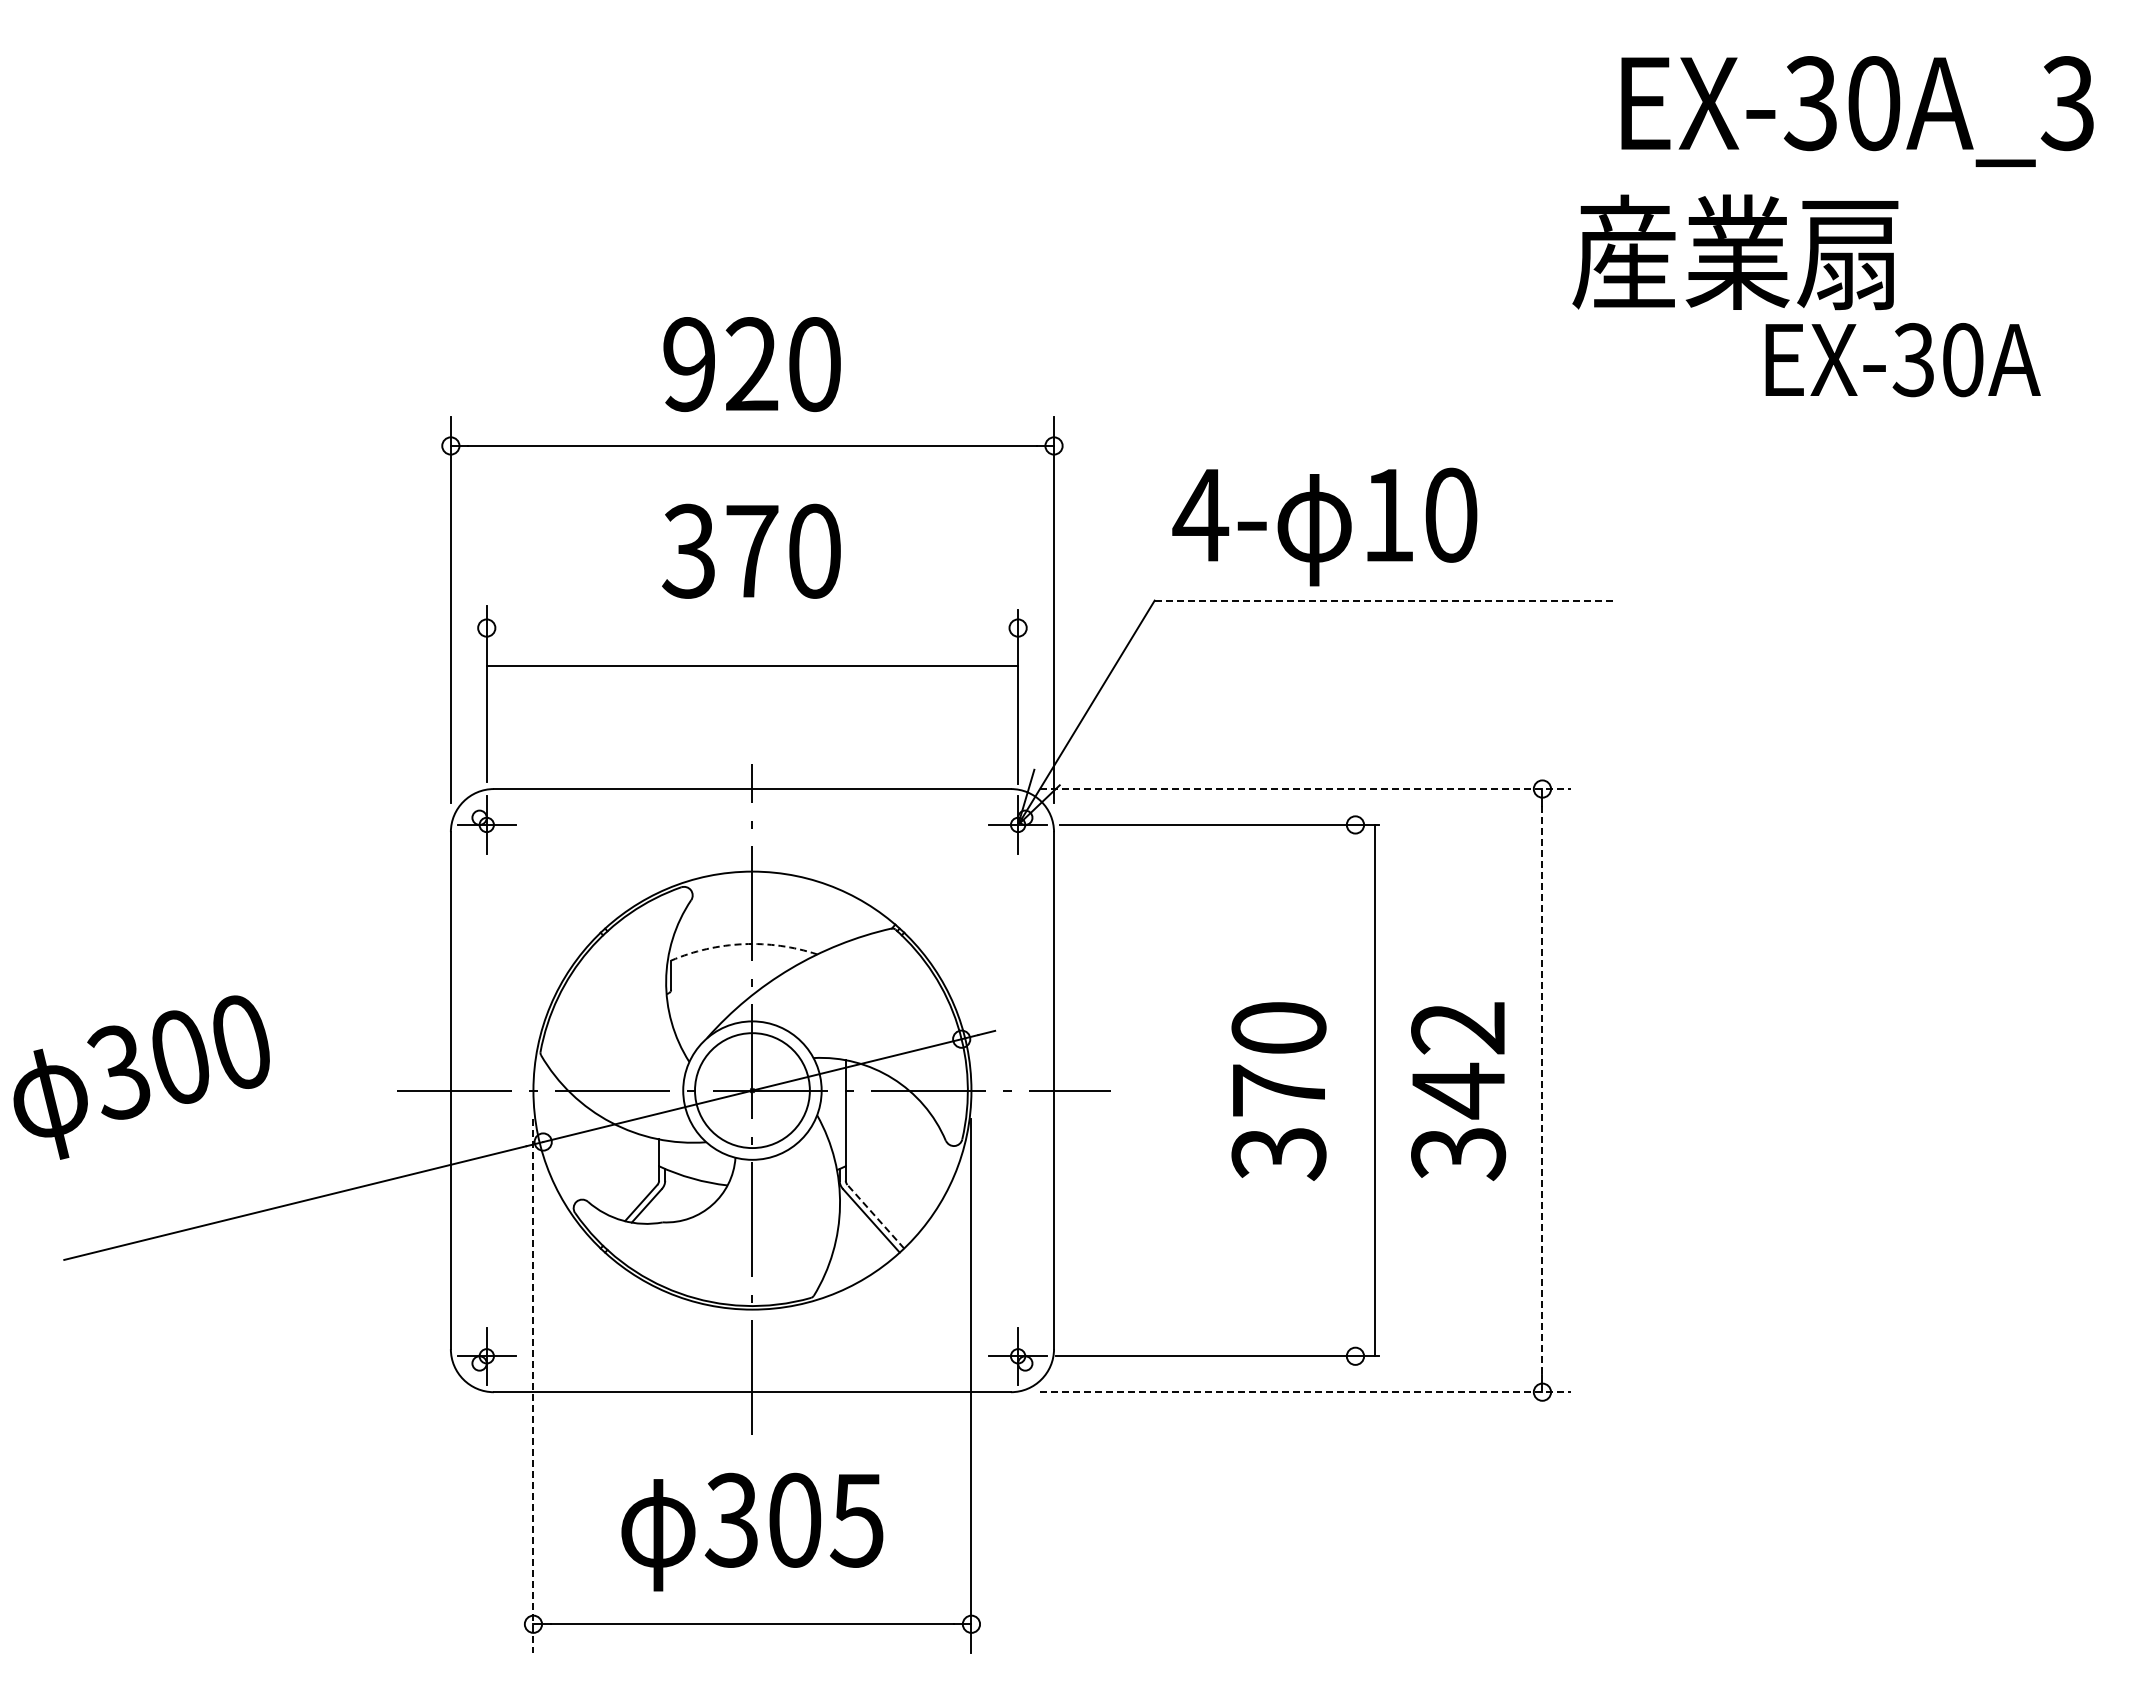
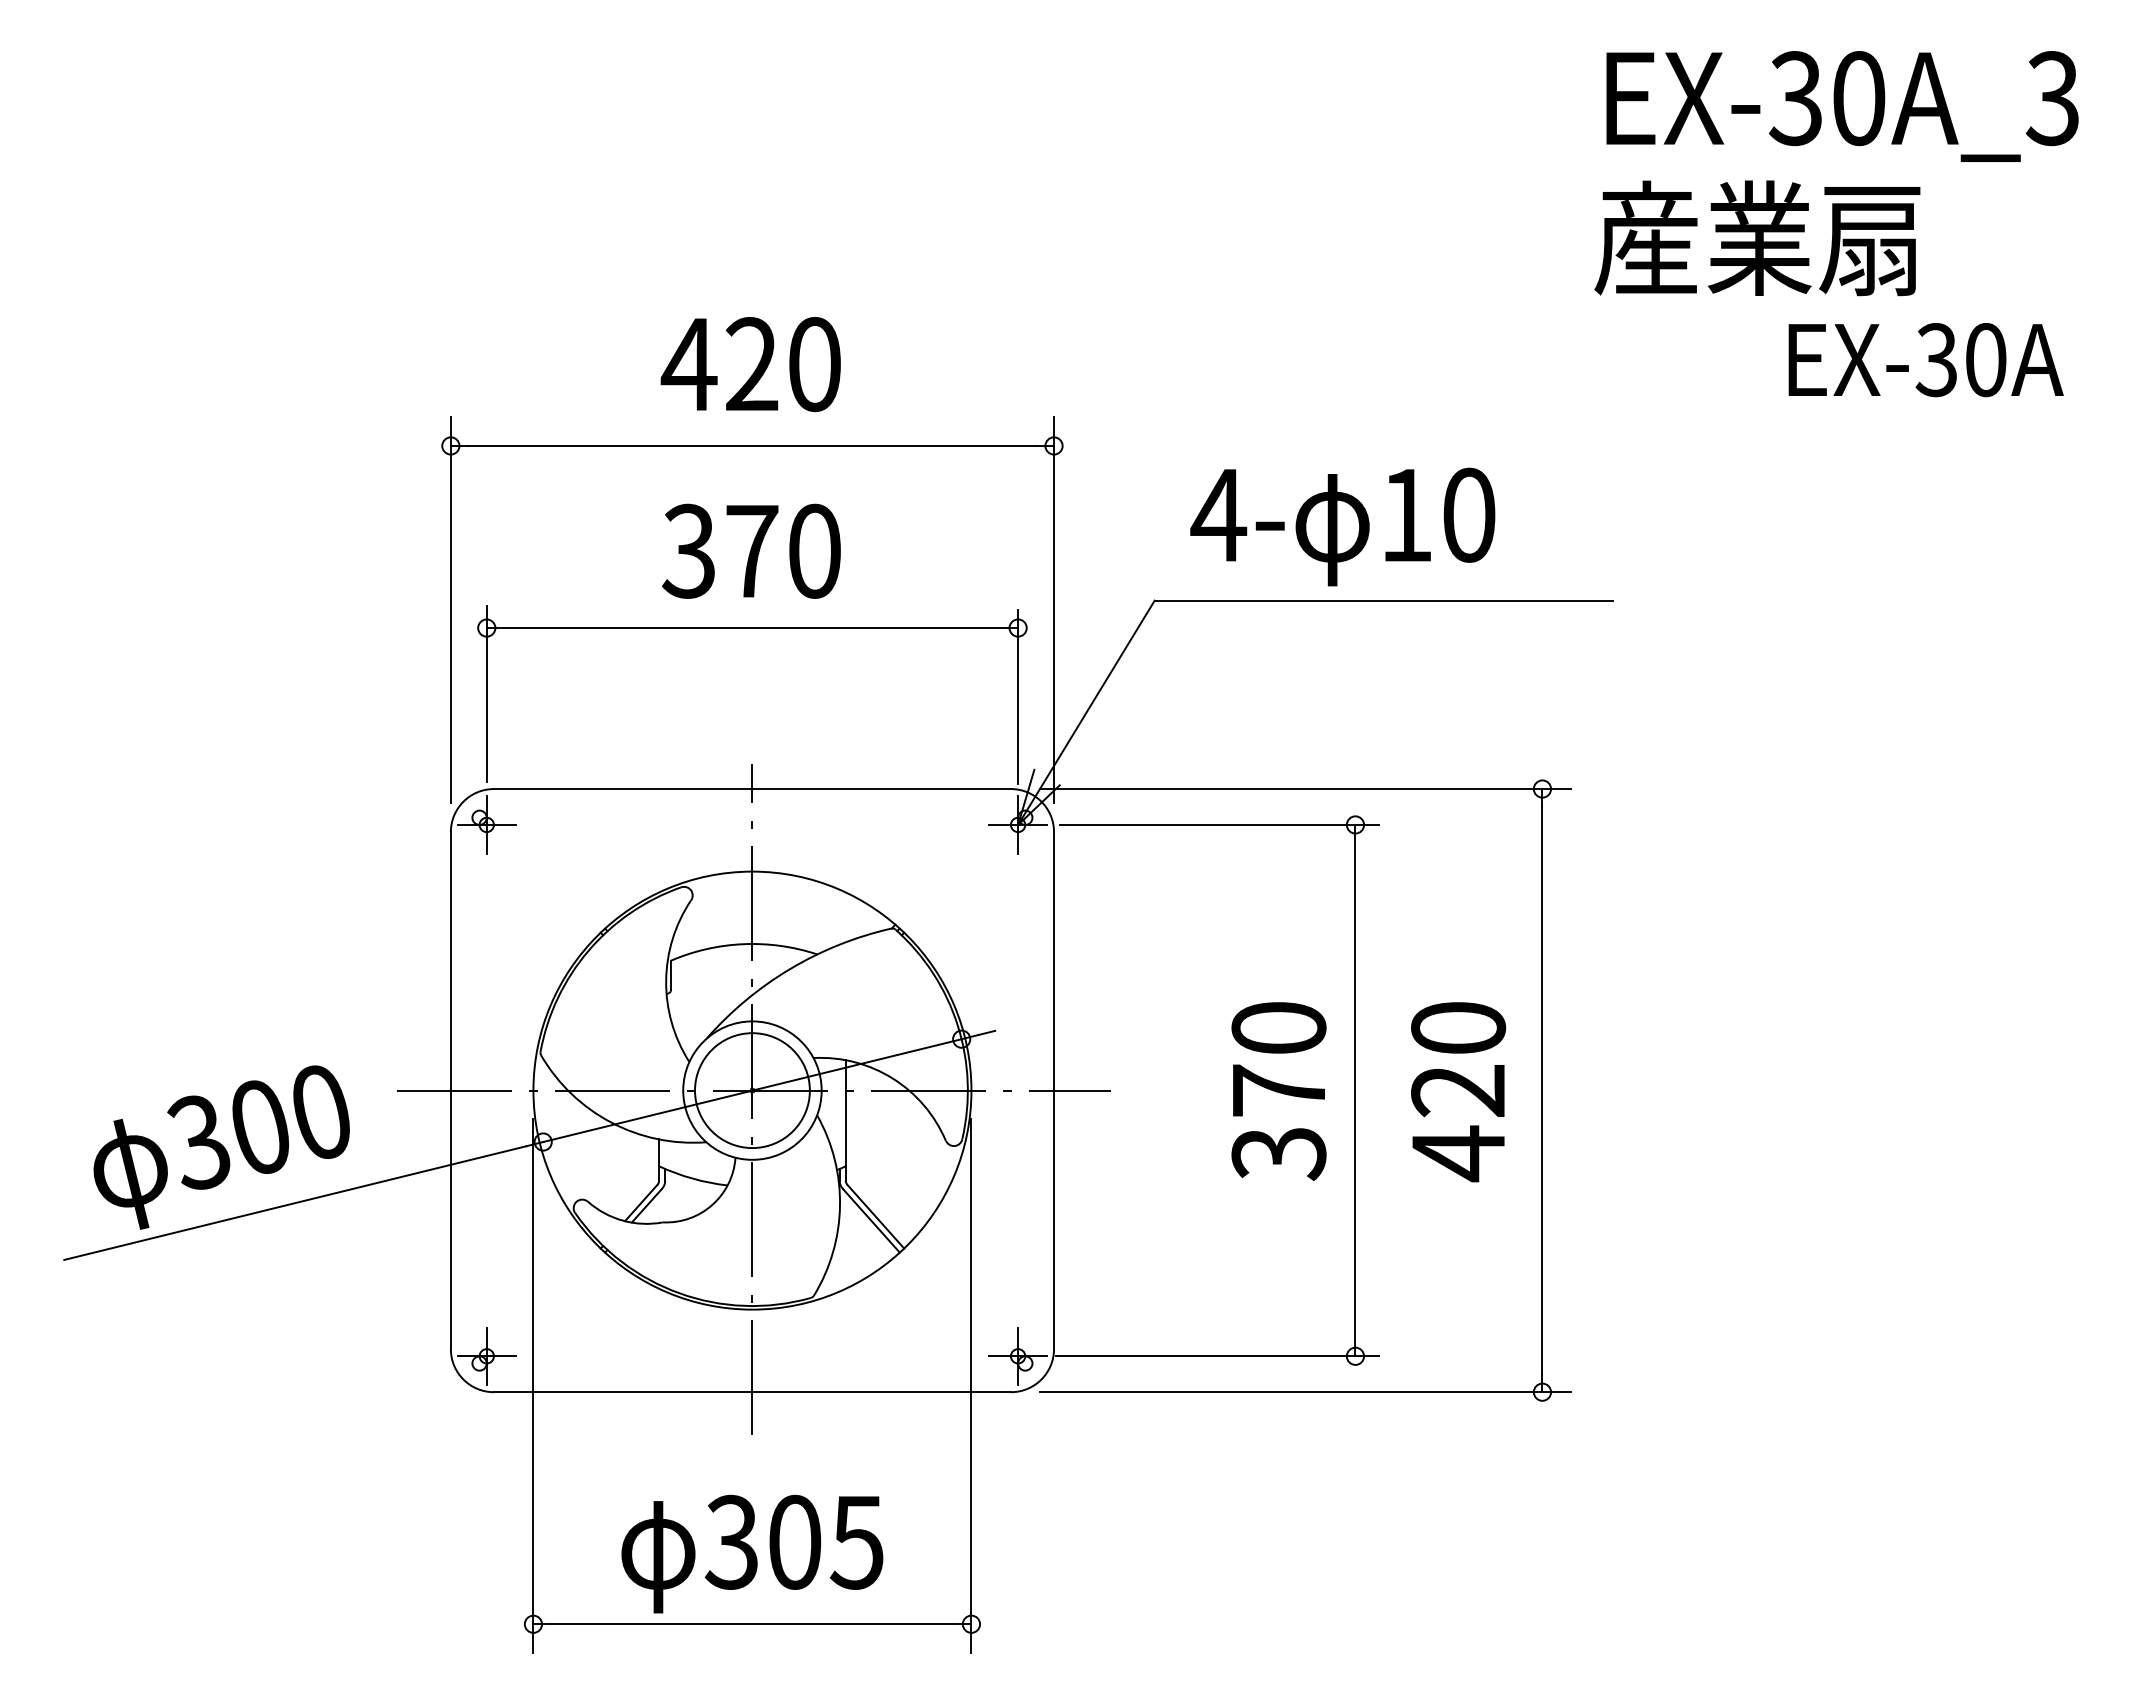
text at (1857, 111) position: (1857, 111) -> (1842, 106)
text at (1735, 252) position: (1735, 252) -> (1757, 238)
text at (1902, 360) position: (1902, 360) -> (1925, 360)
text at (688, 364): 920 -> 420
text at (1324, 526) position: (1324, 526) -> (1342, 526)
line at (1383, 600): dashed -> solid
line at (752, 666) position: (752, 666) -> (752, 628)
line at (1305, 789): dashed -> solid
arc at (743, 944): dashed -> solid
text at (141, 1077) position: (141, 1077) -> (221, 1147)
line at (1375, 1090) position: (1375, 1090) -> (1355, 1090)
line at (1542, 1091): dashed -> solid
text at (1458, 1092): 342 -> 420
line at (875, 1216): dashed -> solid
line at (533, 1386): dashed -> solid
line at (1305, 1392): dashed -> solid
text at (752, 1531) position: (752, 1531) -> (752, 1553)
